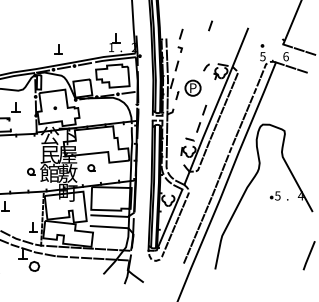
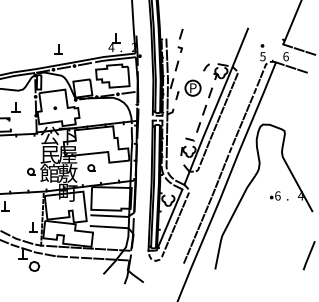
line at (210, 25) position: (210, 25) -> (210, 92)
text at (111, 47): 1 -> 4
text at (277, 195): 5 -> 6
